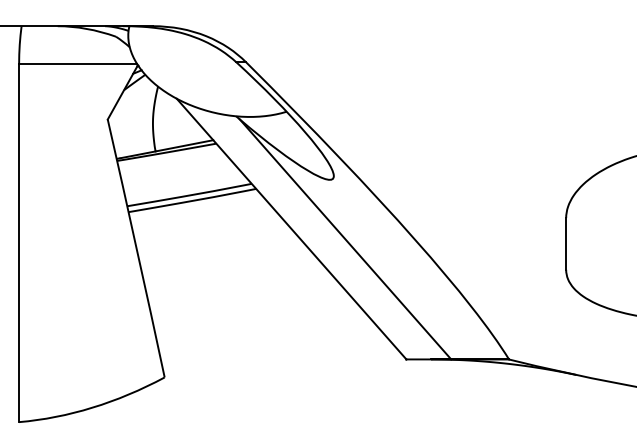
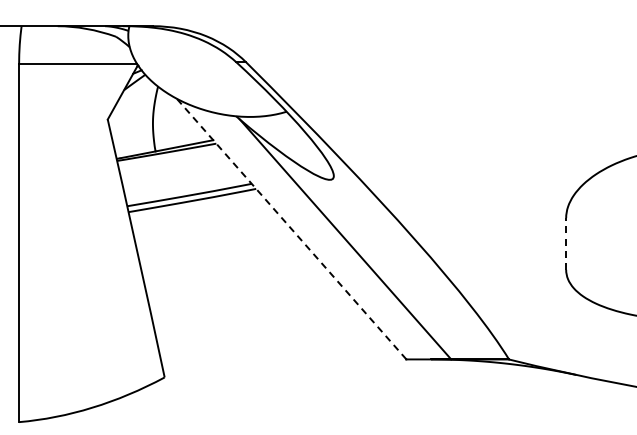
line at (291, 229): solid -> dashed
line at (566, 243): solid -> dashed
